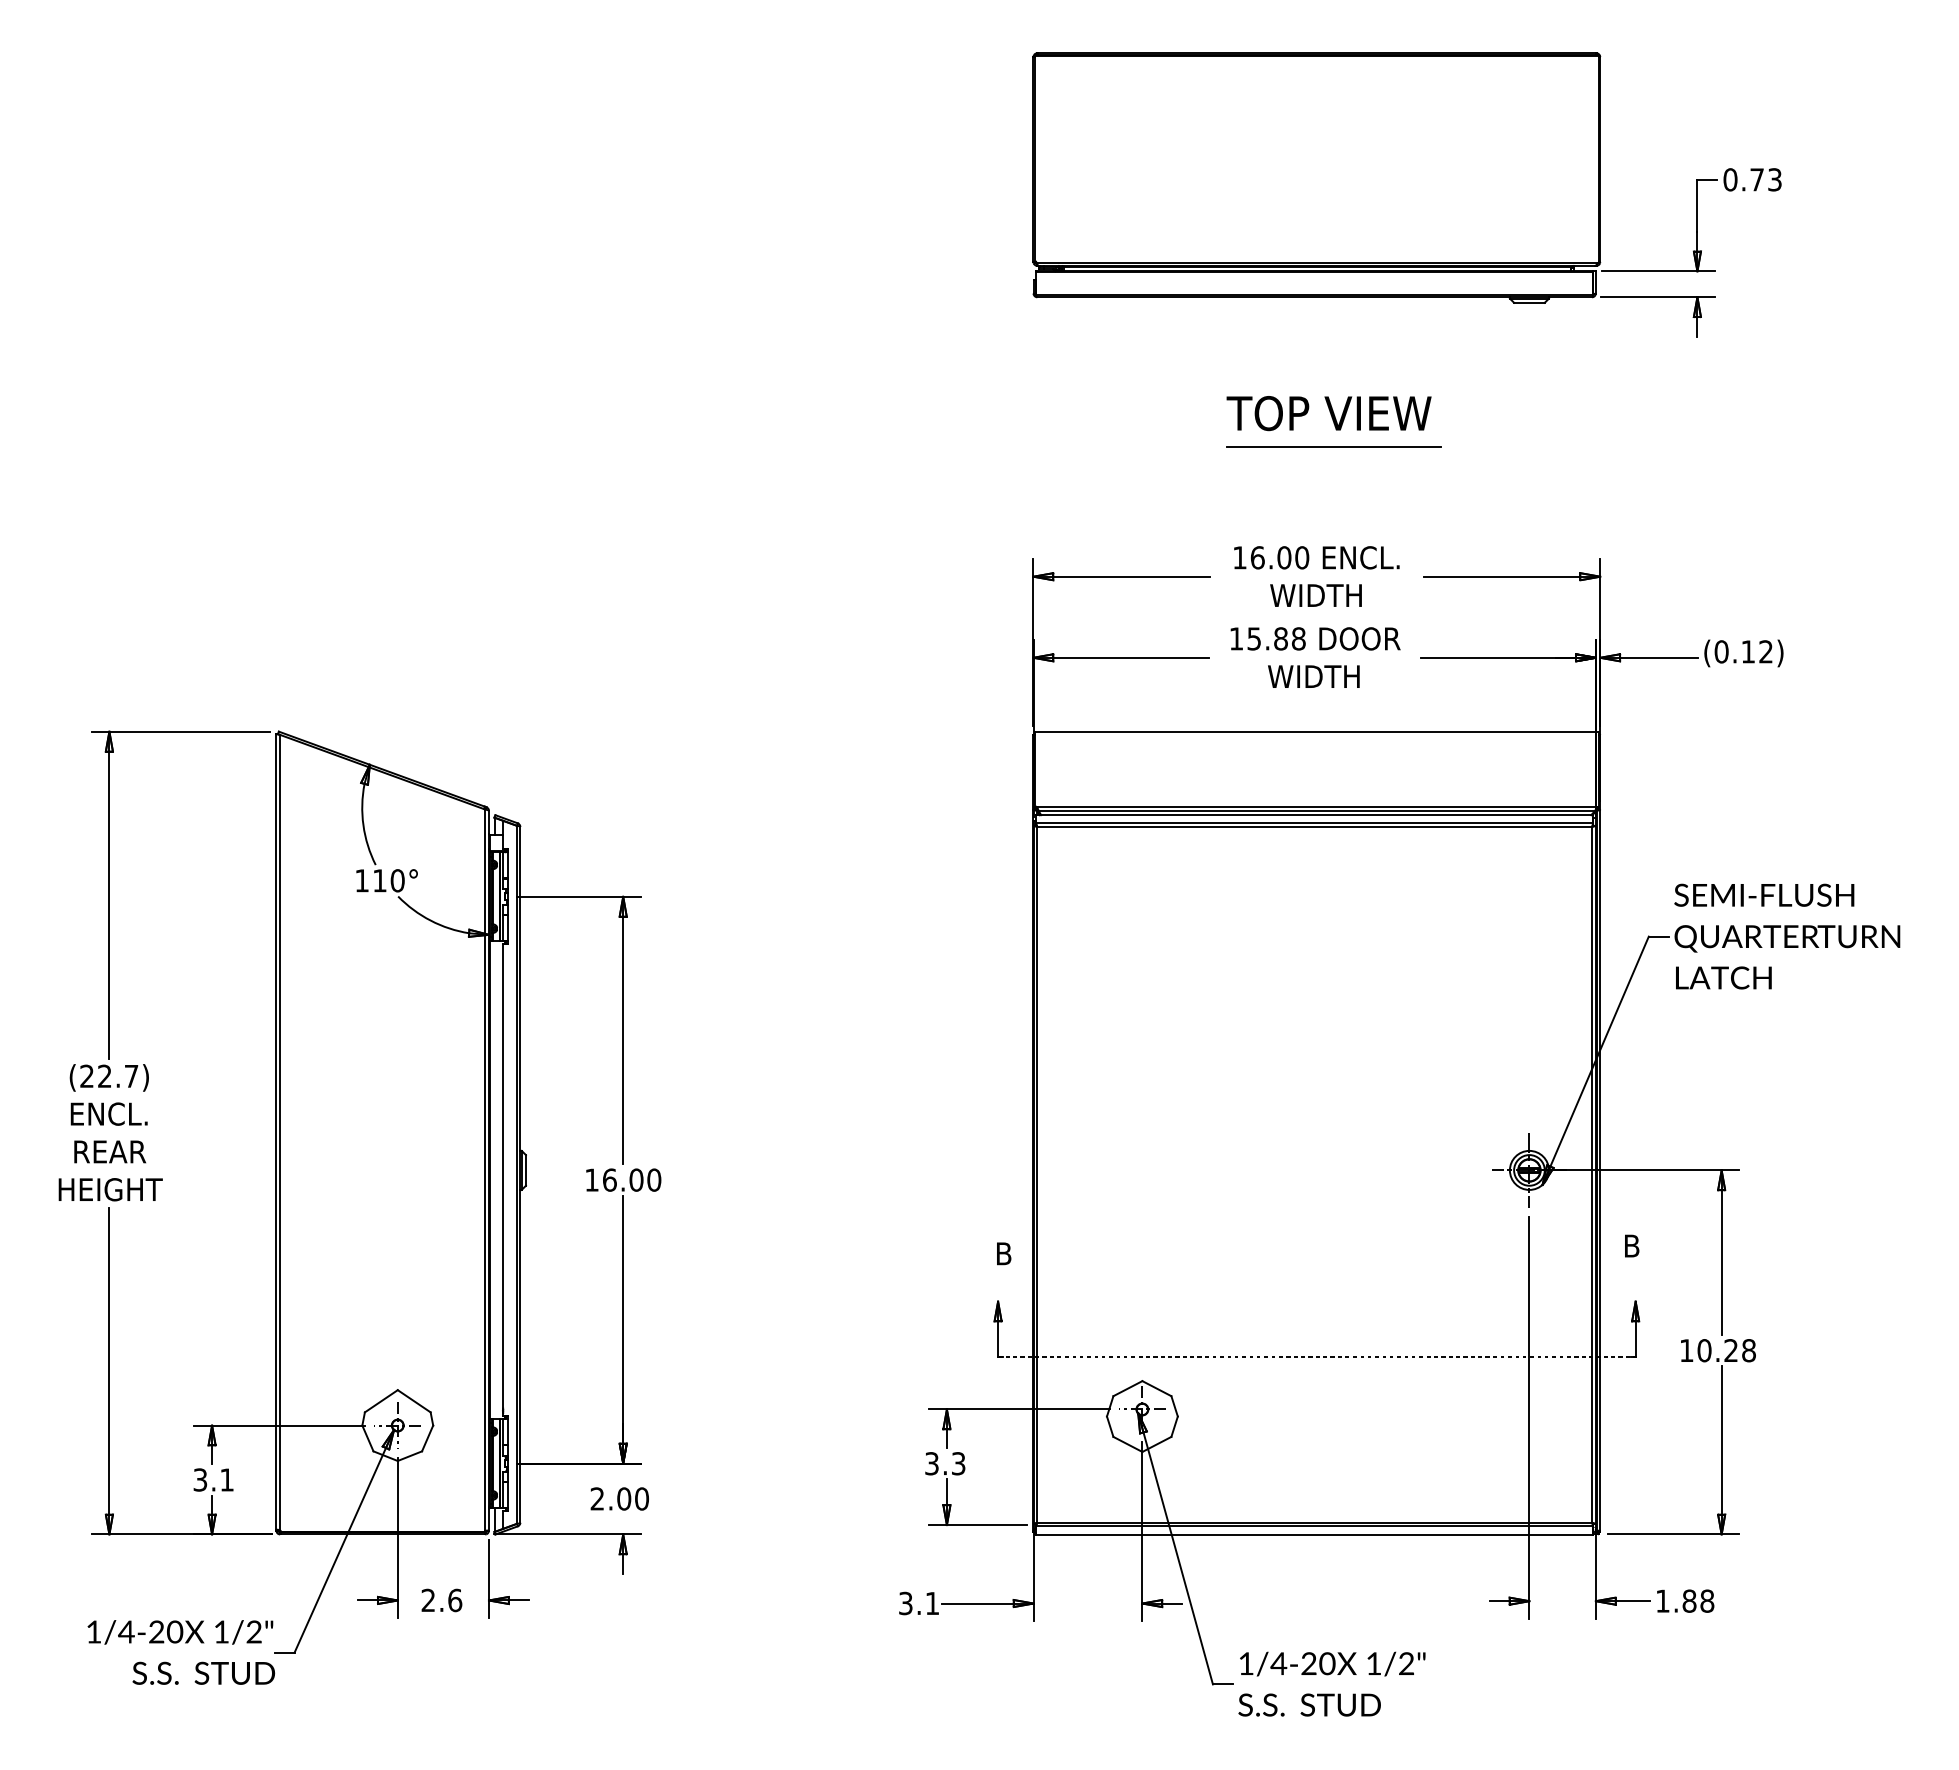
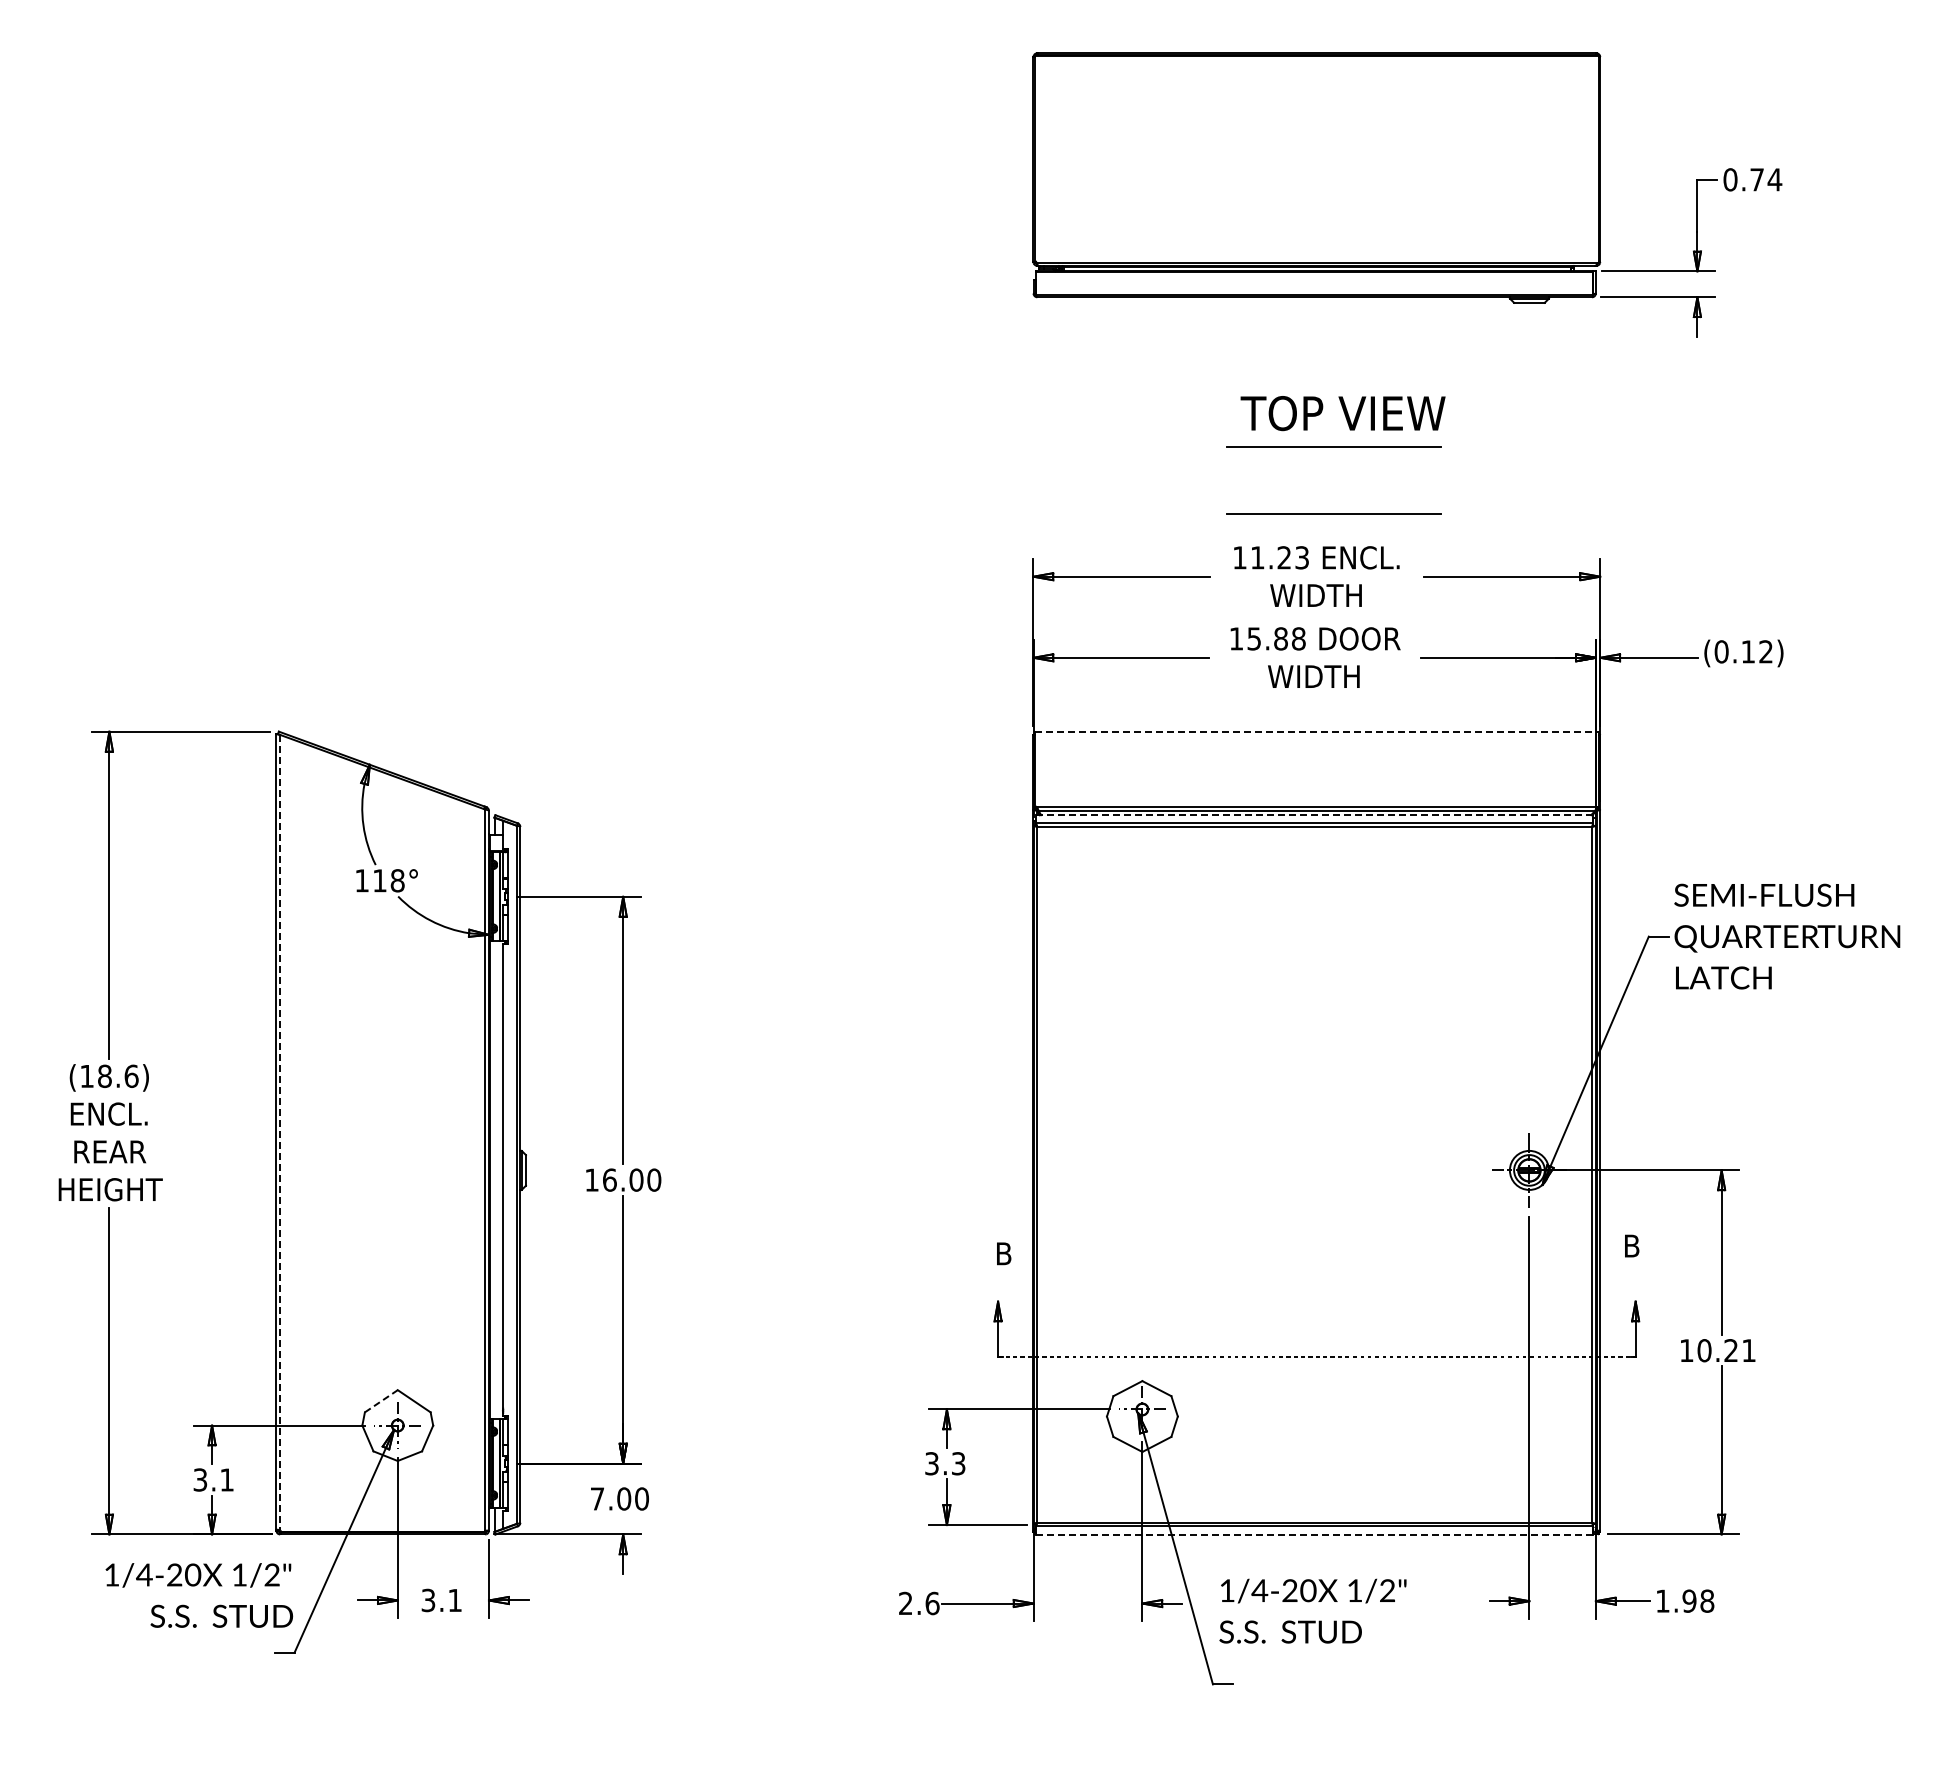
text at (1774, 179): 0.73 -> 0.74
text at (1328, 413) position: (1328, 413) -> (1342, 413)
line at (1333, 513): none -> present
text at (1279, 557): 16.00 -> 11.23
line at (1317, 731): solid -> dashed
line at (1314, 815): solid -> dashed
text at (397, 880): 110° -> 118°
text at (109, 1076): (22.7) -> (18.6)
line at (280, 1132): solid -> dashed
text at (1748, 1350): 10.28 -> 10.21
line at (381, 1401): solid -> dashed
text at (597, 1498): 2.00 -> 7.00
line at (1314, 1534): solid -> dashed
text at (441, 1600): 2.6 -> 3.1
text at (1689, 1600): 1.88 -> 1.98
text at (919, 1603): 3.1 -> 2.6
text at (181, 1652) position: (181, 1652) -> (199, 1595)
text at (1331, 1683) position: (1331, 1683) -> (1312, 1610)
